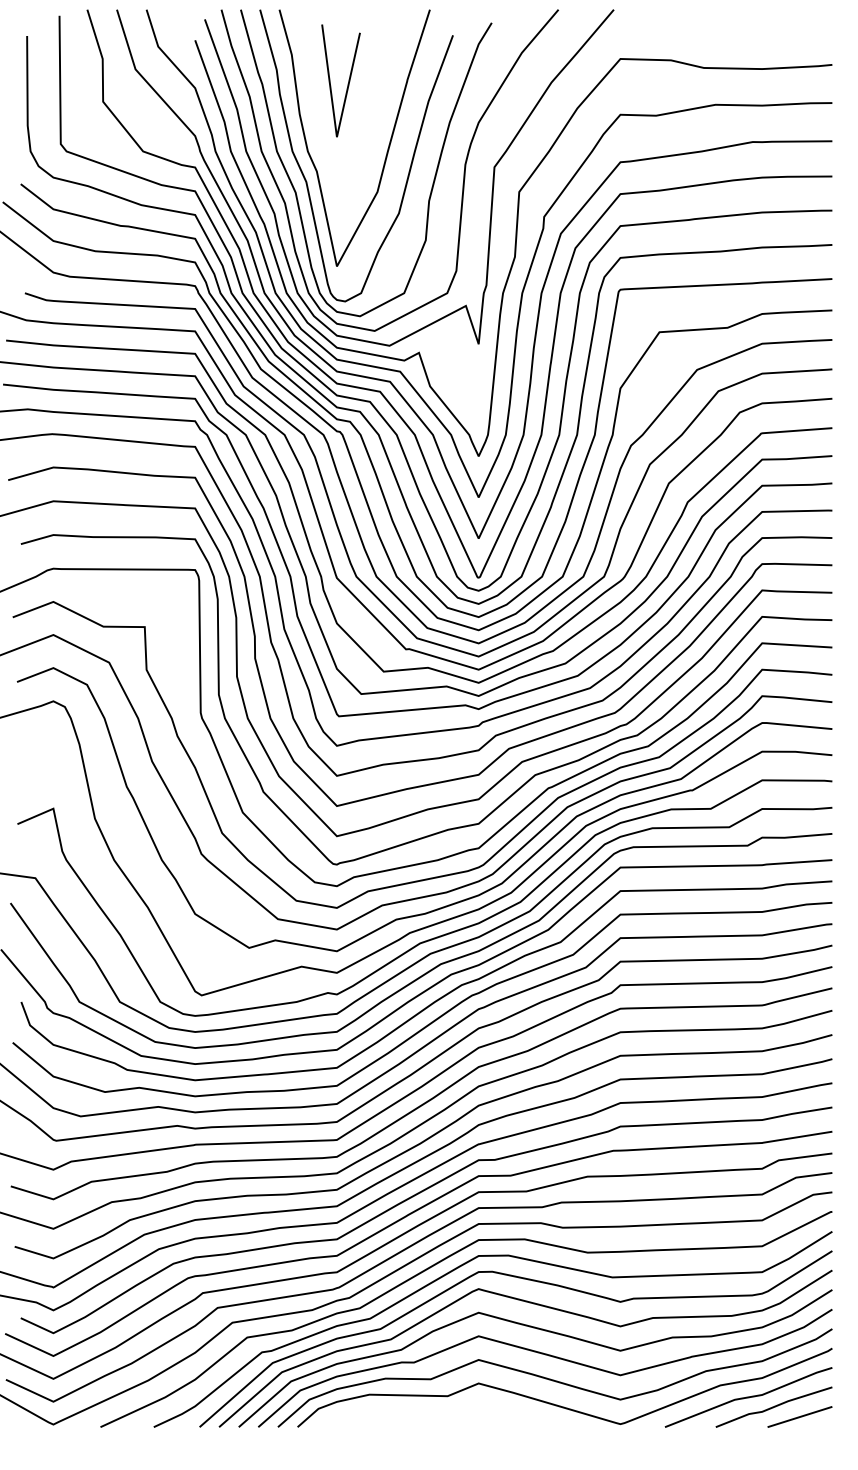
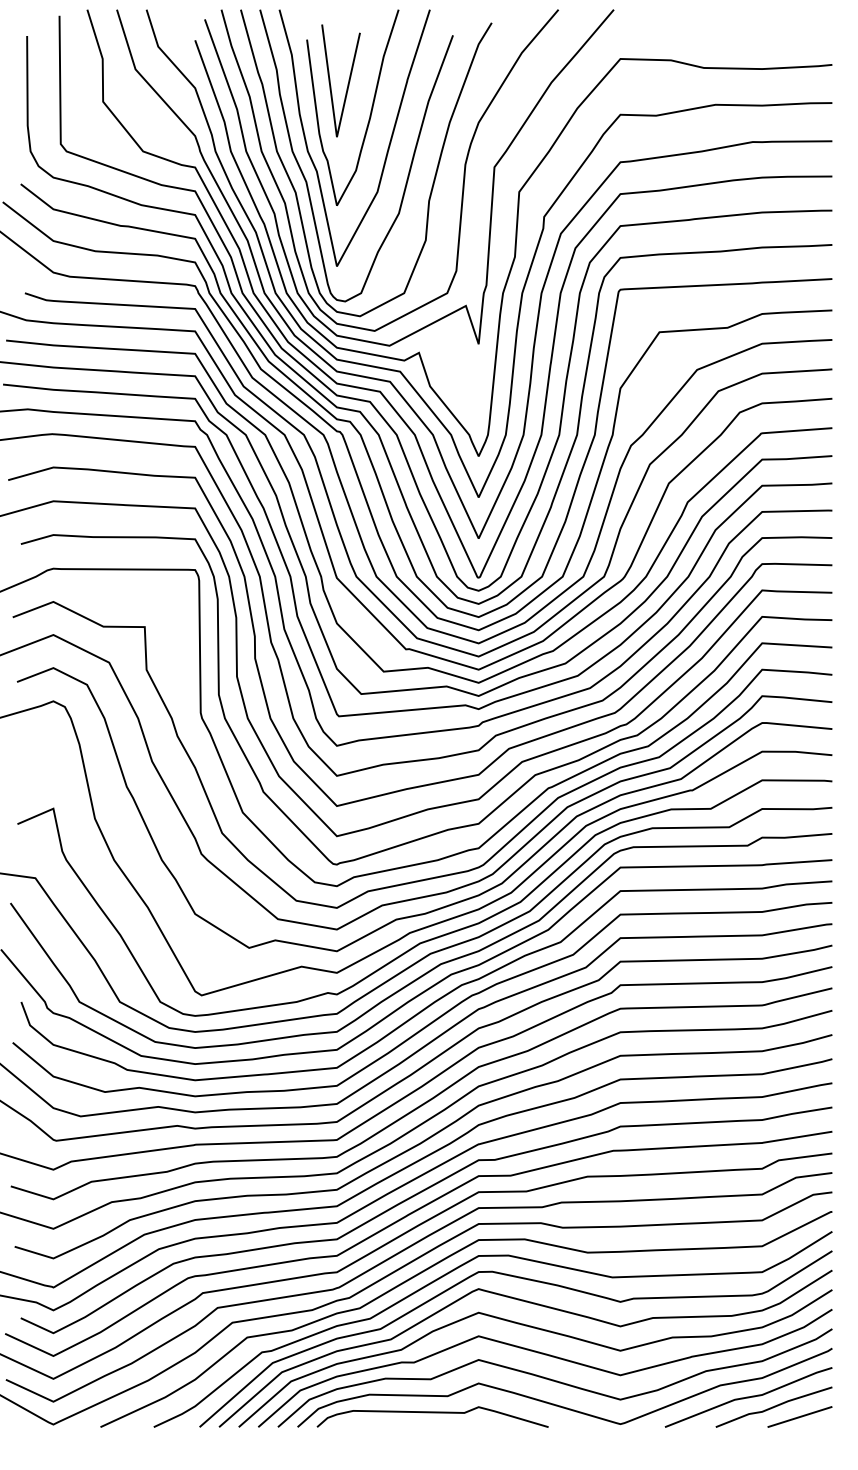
curve at (370, 110): none -> present
curve at (432, 1413): none -> present
